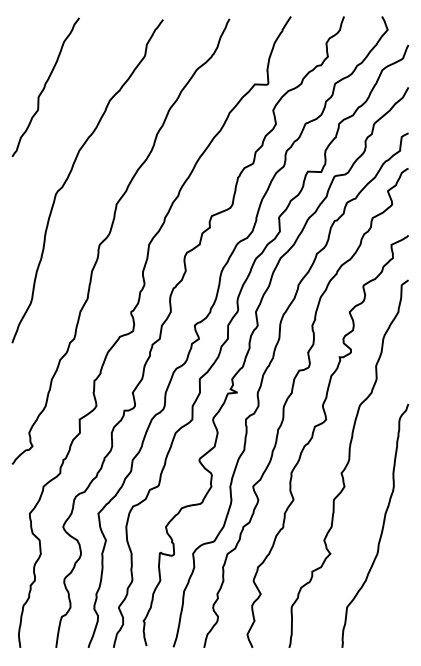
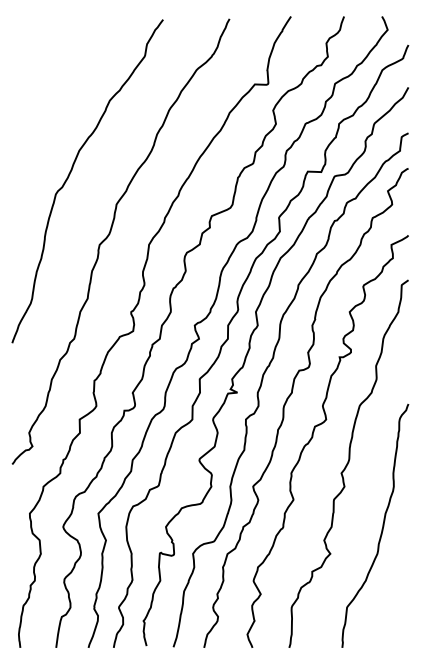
curve at (45, 86): present -> none
